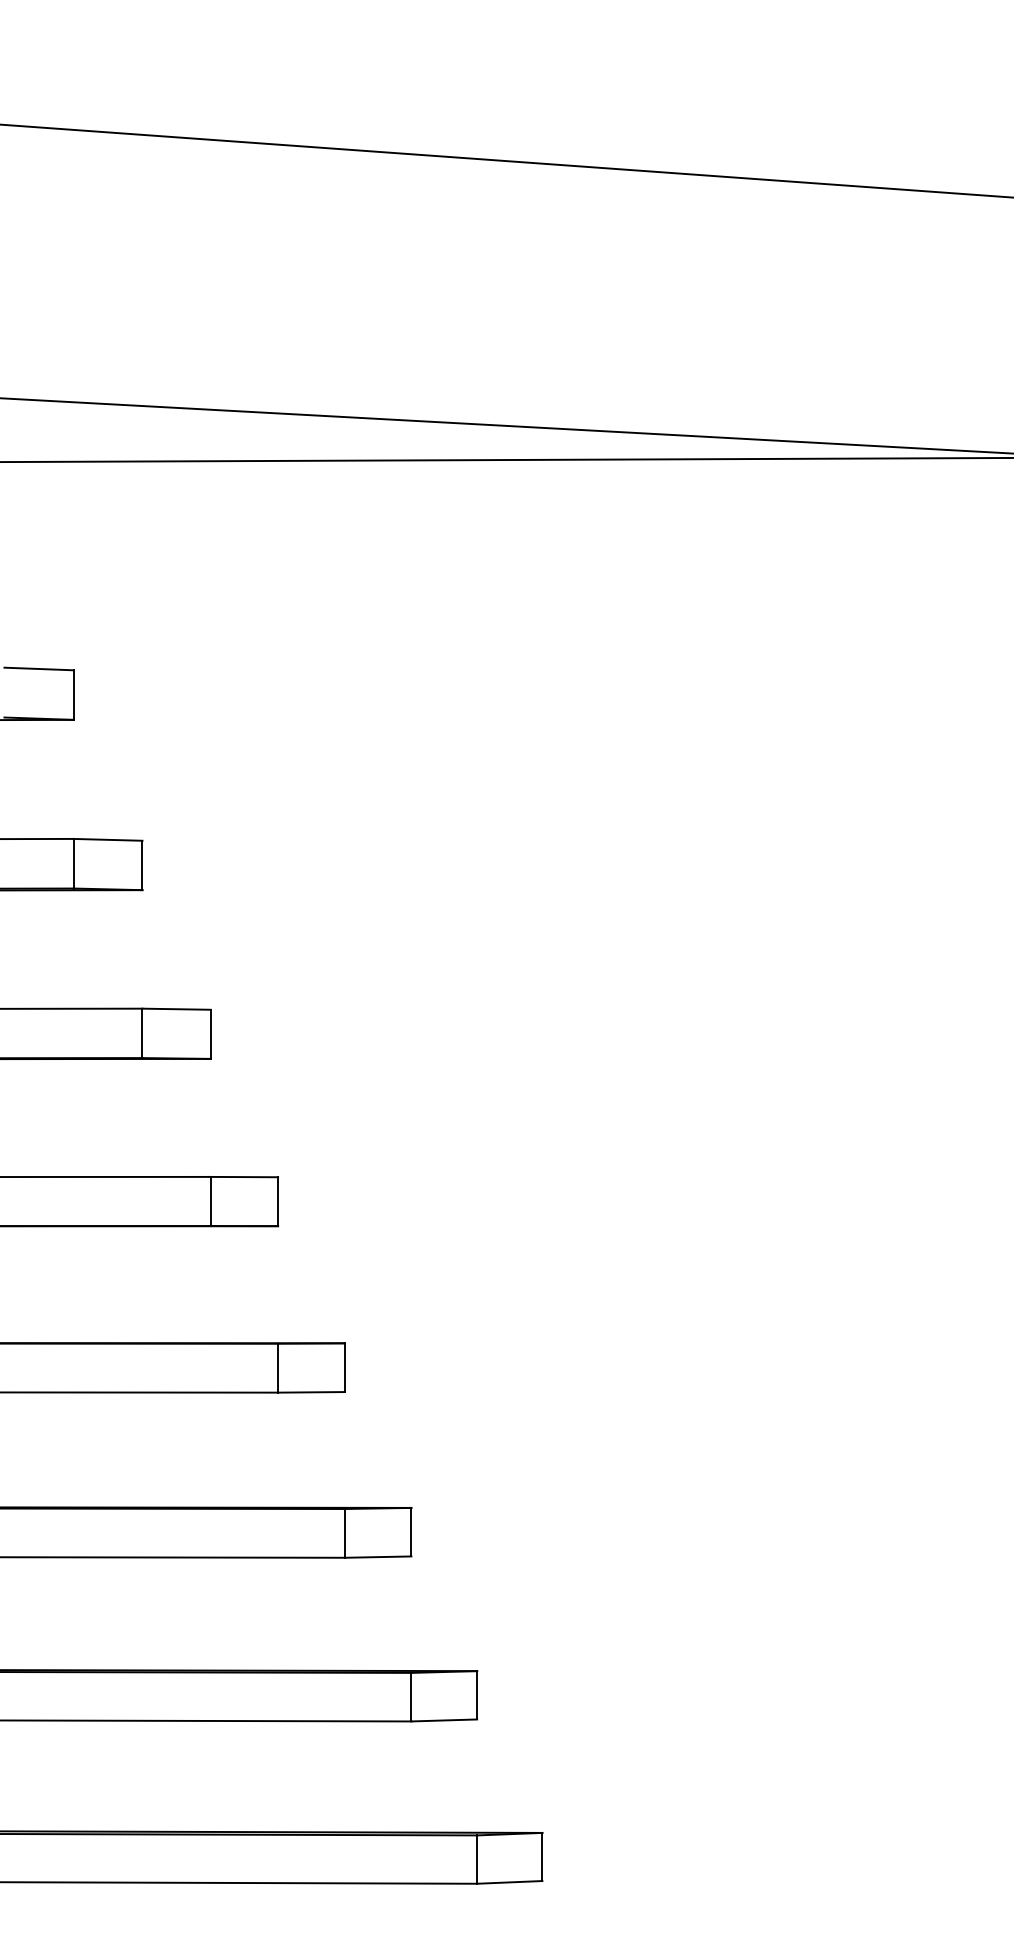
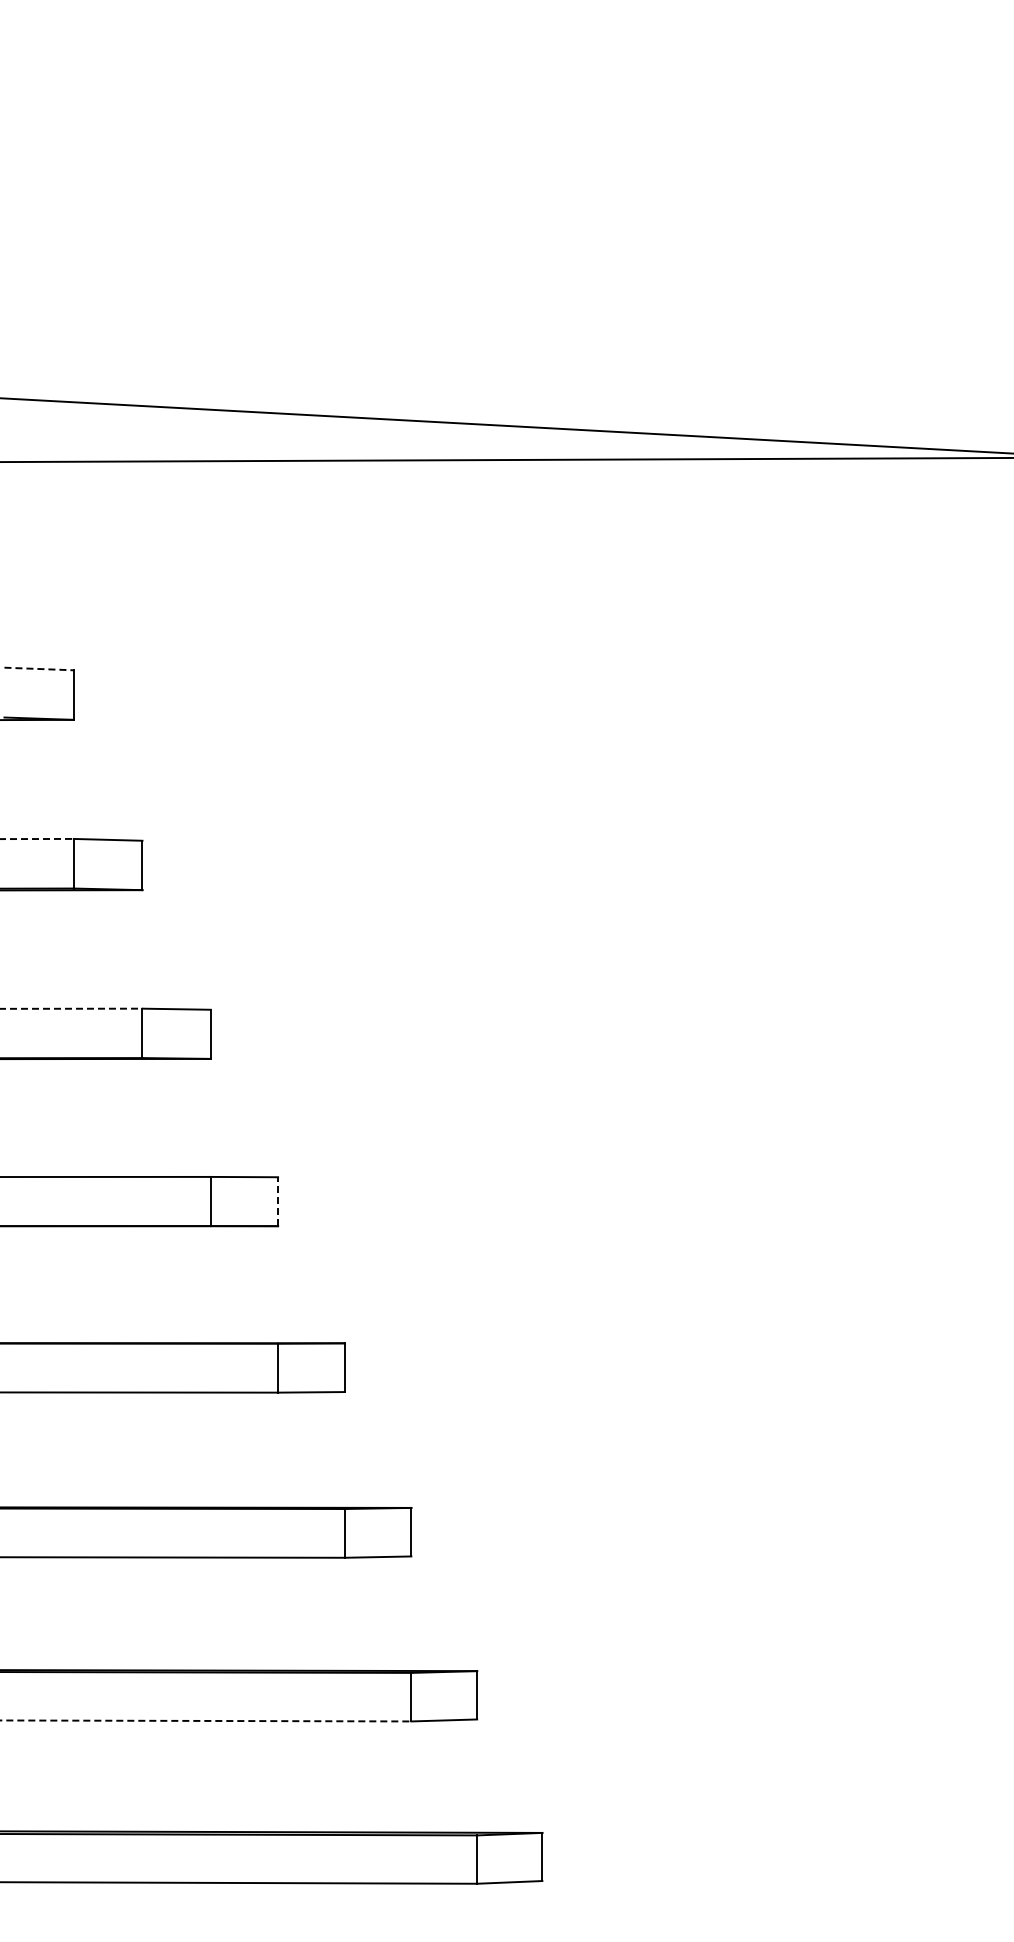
line at (506, 160): present -> none
line at (39, 669): solid -> dashed
line at (37, 839): solid -> dashed
line at (71, 1008): solid -> dashed
line at (278, 1201): solid -> dashed
line at (206, 1720): solid -> dashed
